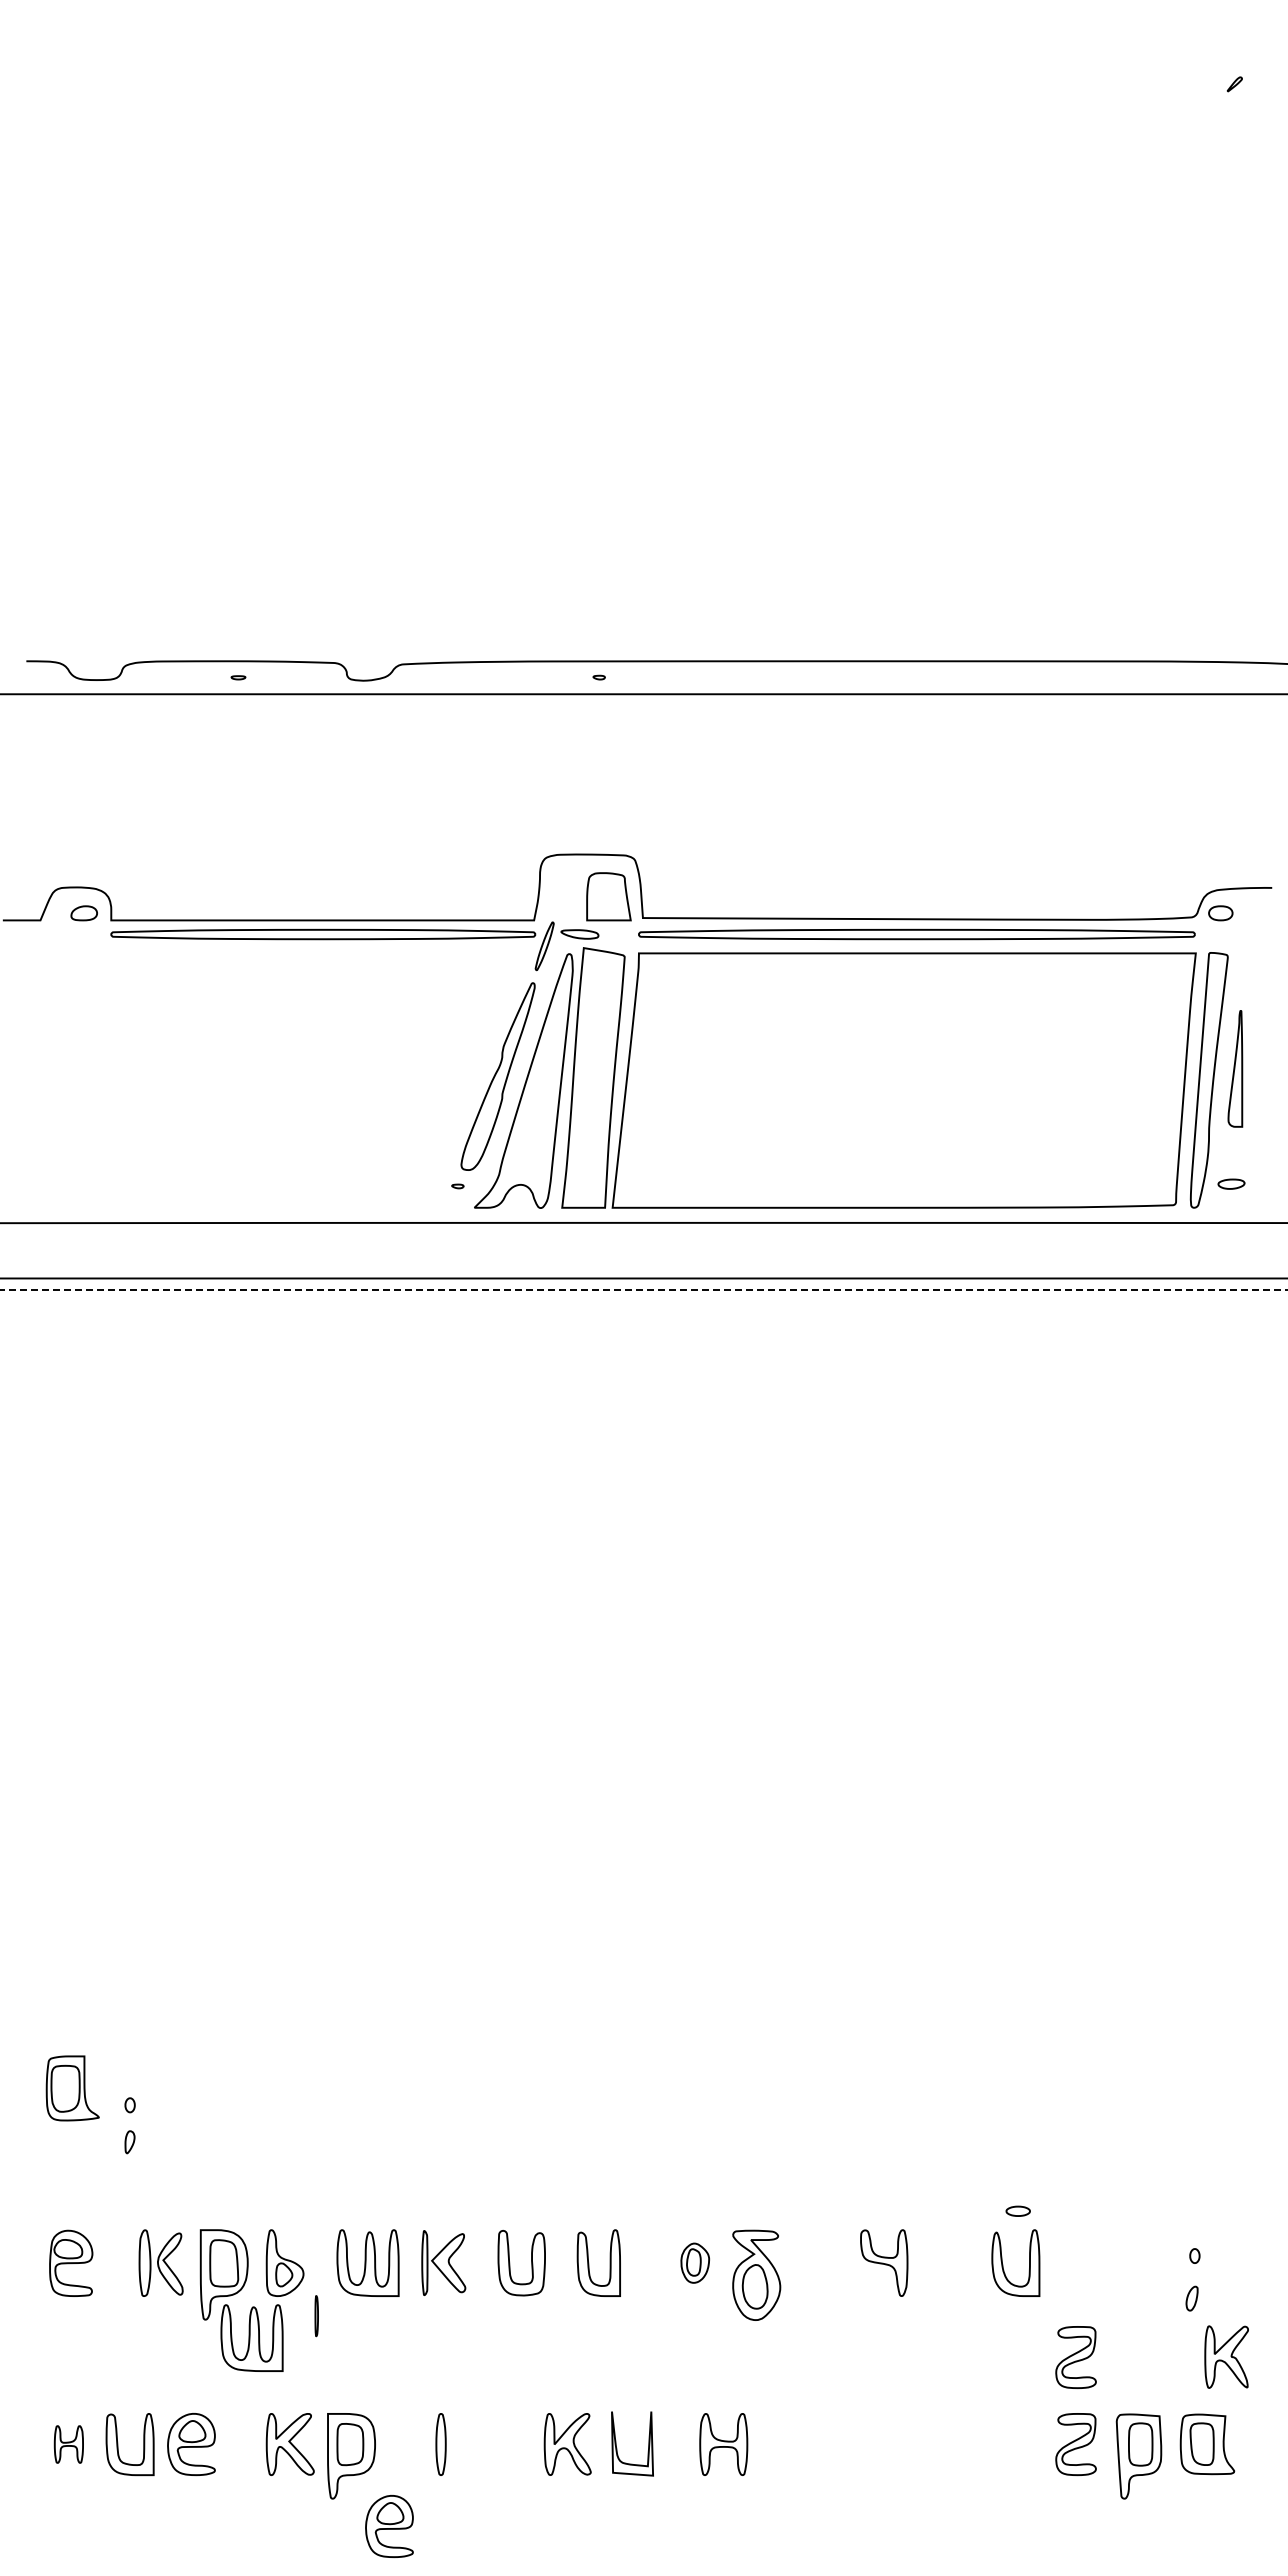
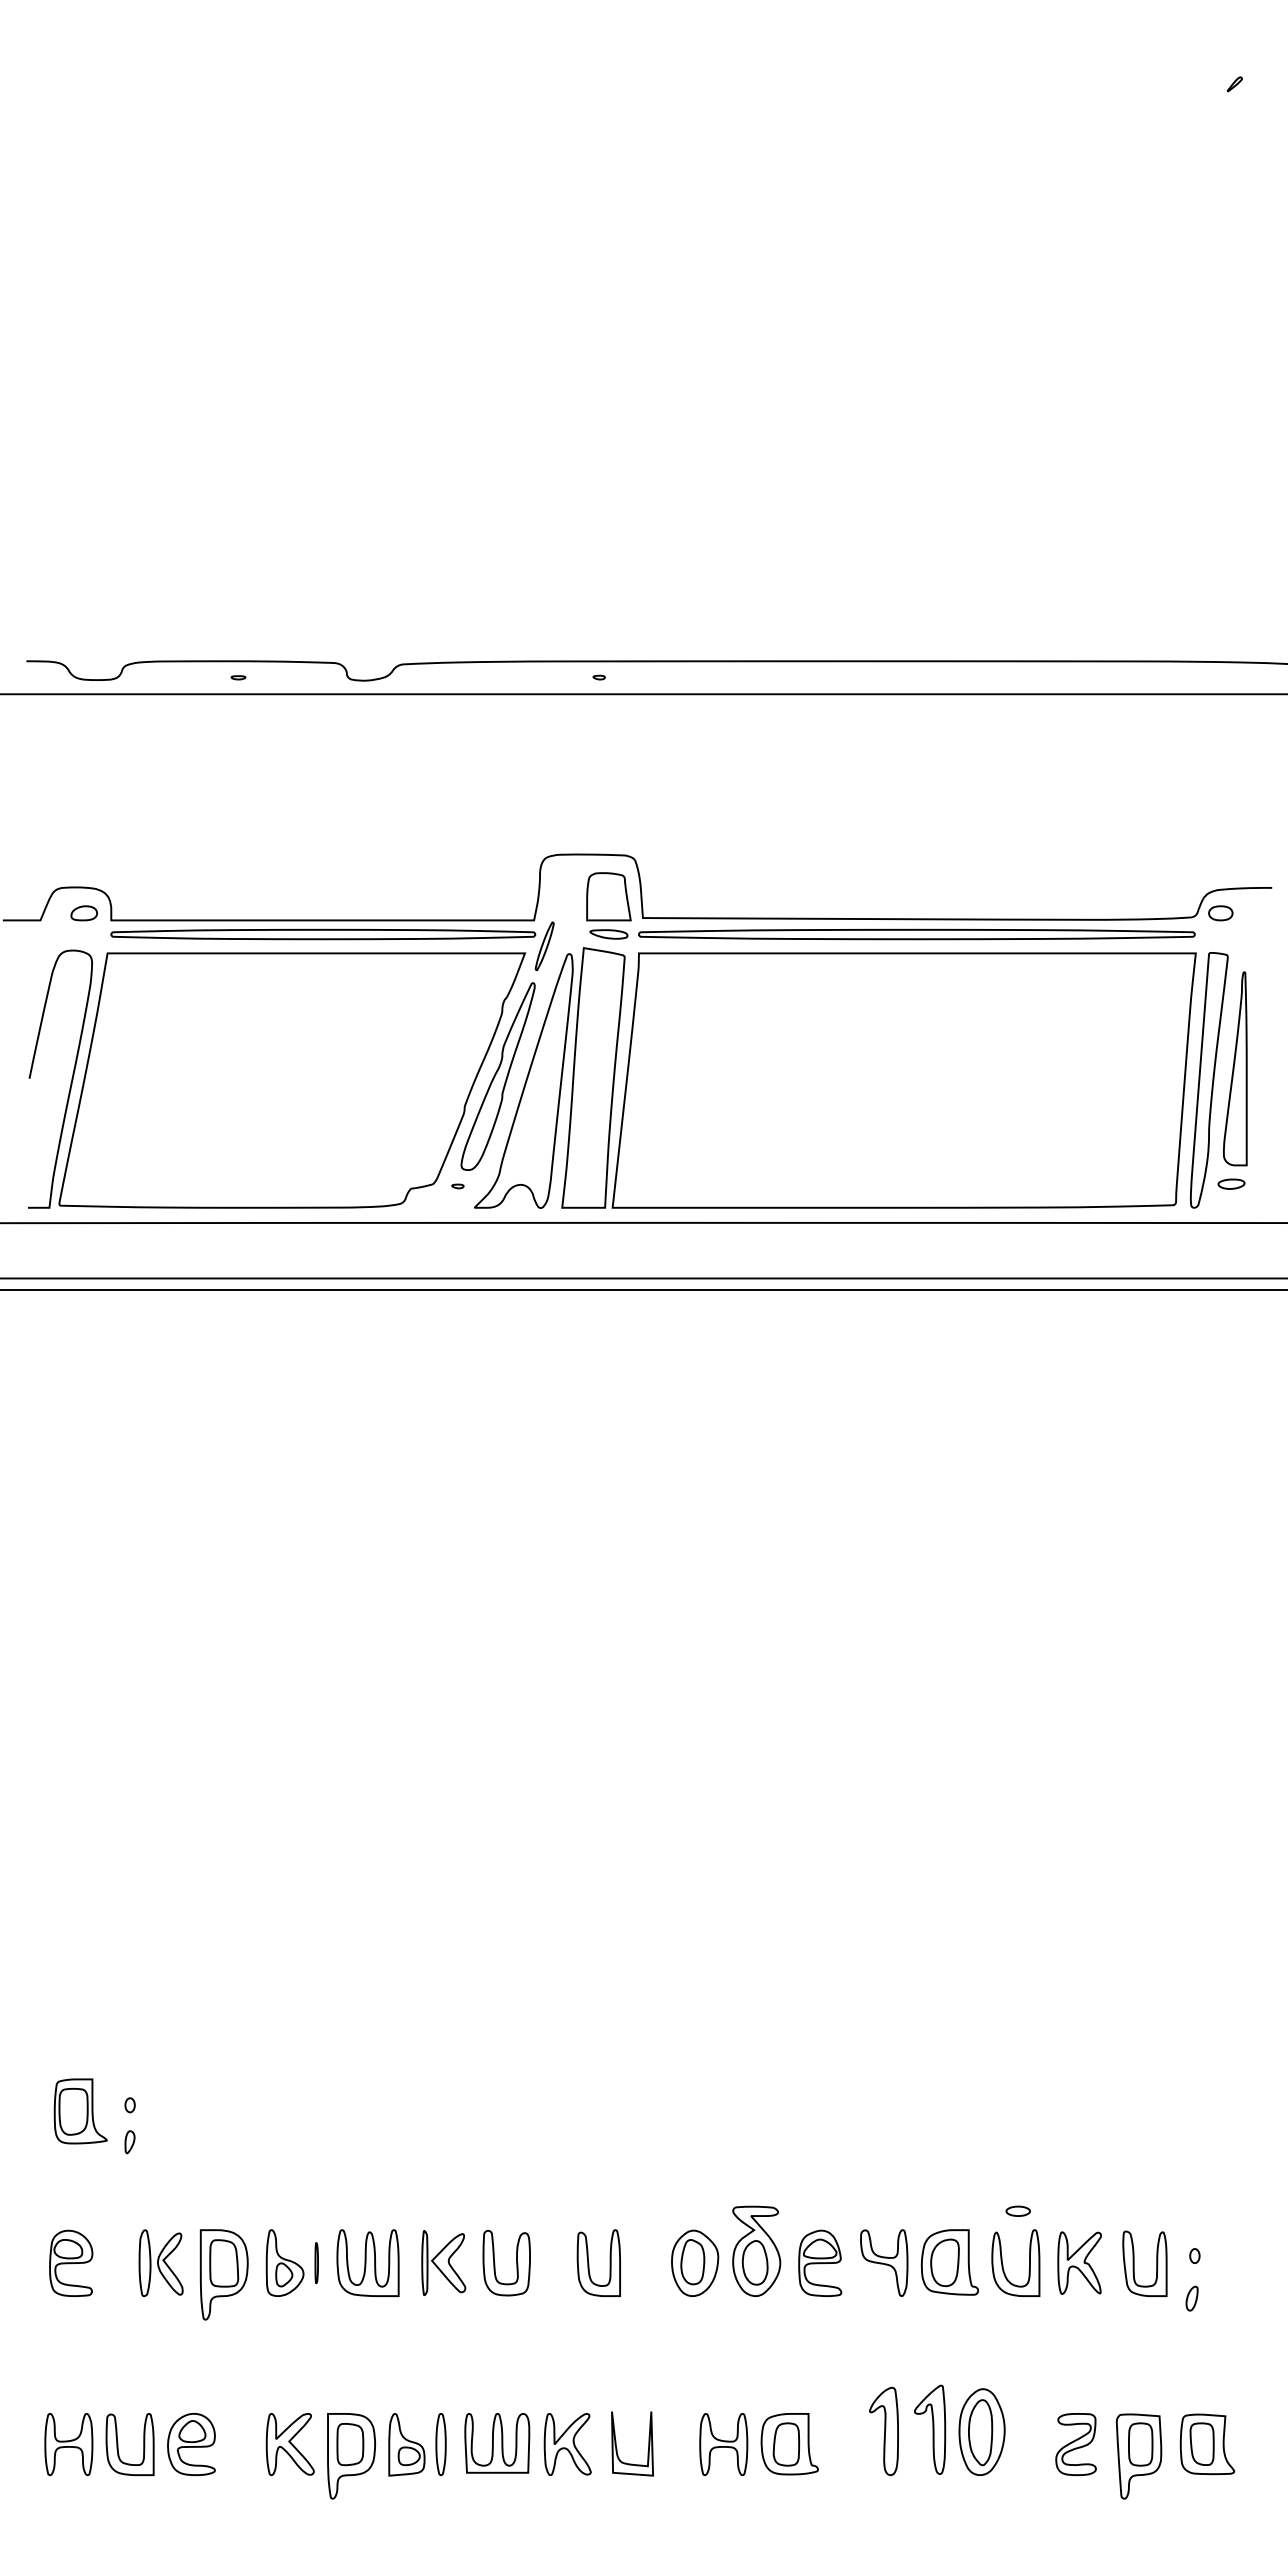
part at (579, 934) position: (579, 934) -> (608, 934)
part at (1235, 1068) size: 17x118 px -> 25x196 px
part at (277, 1078): none -> present
line at (644, 1290): dashed -> solid
part at (72, 2088) position: (72, 2088) -> (80, 2111)
part at (694, 2262) size: 30x42 px -> 49x68 px
part at (820, 2262): none -> present
part at (949, 2262): none -> present
part at (531, 2263) position: (531, 2263) -> (516, 2263)
part at (1134, 2263): none -> present
part at (756, 2274) position: (756, 2274) -> (756, 2250)
line at (316, 2316) position: (316, 2316) -> (316, 2263)
part at (251, 2337): present -> none
part at (1226, 2356) position: (1226, 2356) -> (1079, 2262)
part at (1075, 2357): present -> none
part at (929, 2429): none -> present
part at (883, 2430): none -> present
part at (981, 2431): none -> present
part at (497, 2443): none -> present
part at (68, 2444) size: 31x39 px -> 50x63 px
part at (406, 2444): none -> present
part at (789, 2444): none -> present
part at (389, 2526): present -> none
